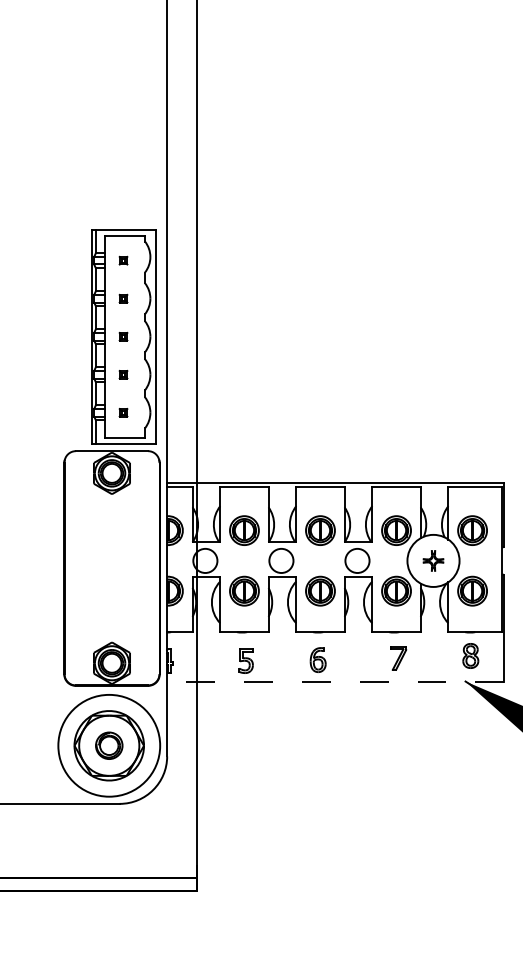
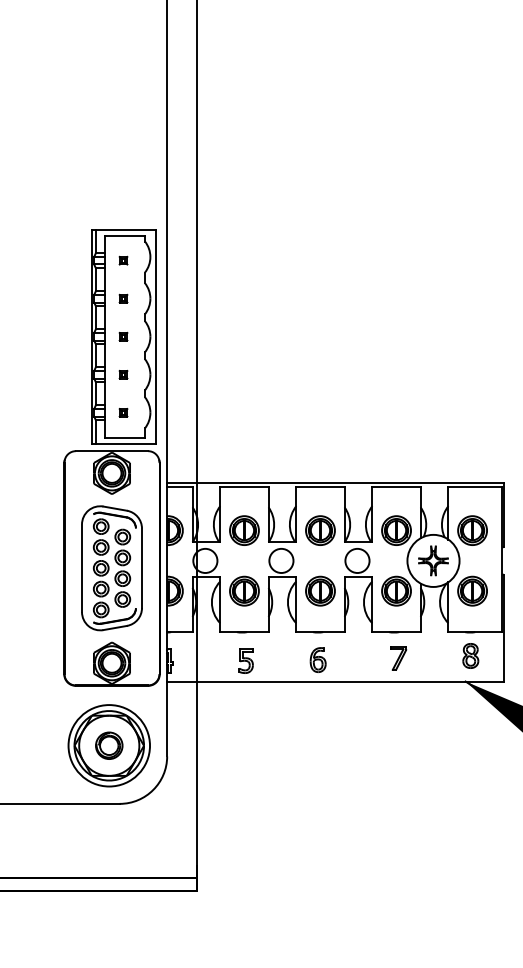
part at (433, 560) size: 23x22 px -> 31x32 px
part at (111, 568): none -> present
line at (335, 681): dashed -> solid
circle at (109, 745) diameter: 102 px -> 81 px
